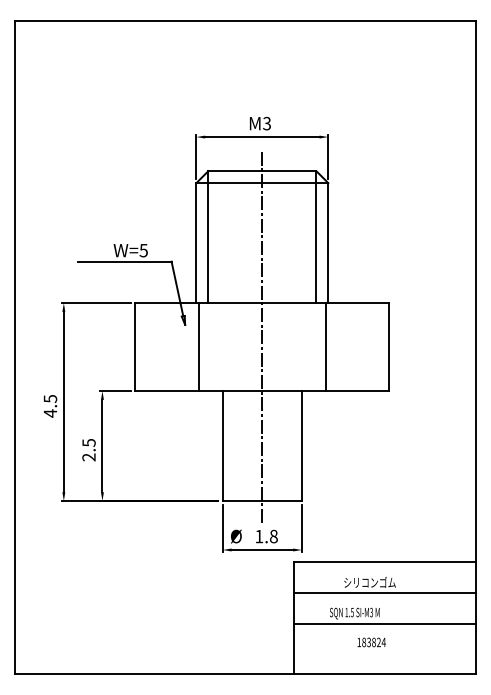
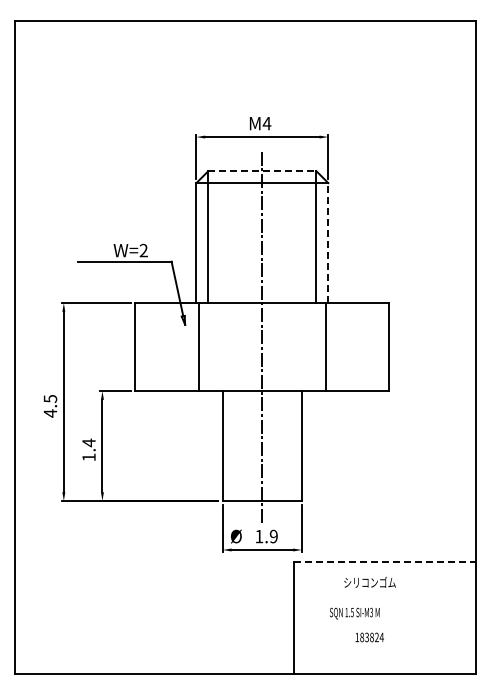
text at (266, 123): M3 -> M4
line at (262, 171): solid -> dashed
line at (328, 242): solid -> dashed
text at (143, 250): W=5 -> W=2
text at (88, 449): 2.5 -> 1.4
text at (273, 536): 1.8 -> 1.9
line at (385, 562): solid -> dashed
line at (385, 592): present -> none
line at (385, 623): present -> none
text at (371, 642) position: (371, 642) -> (369, 637)
